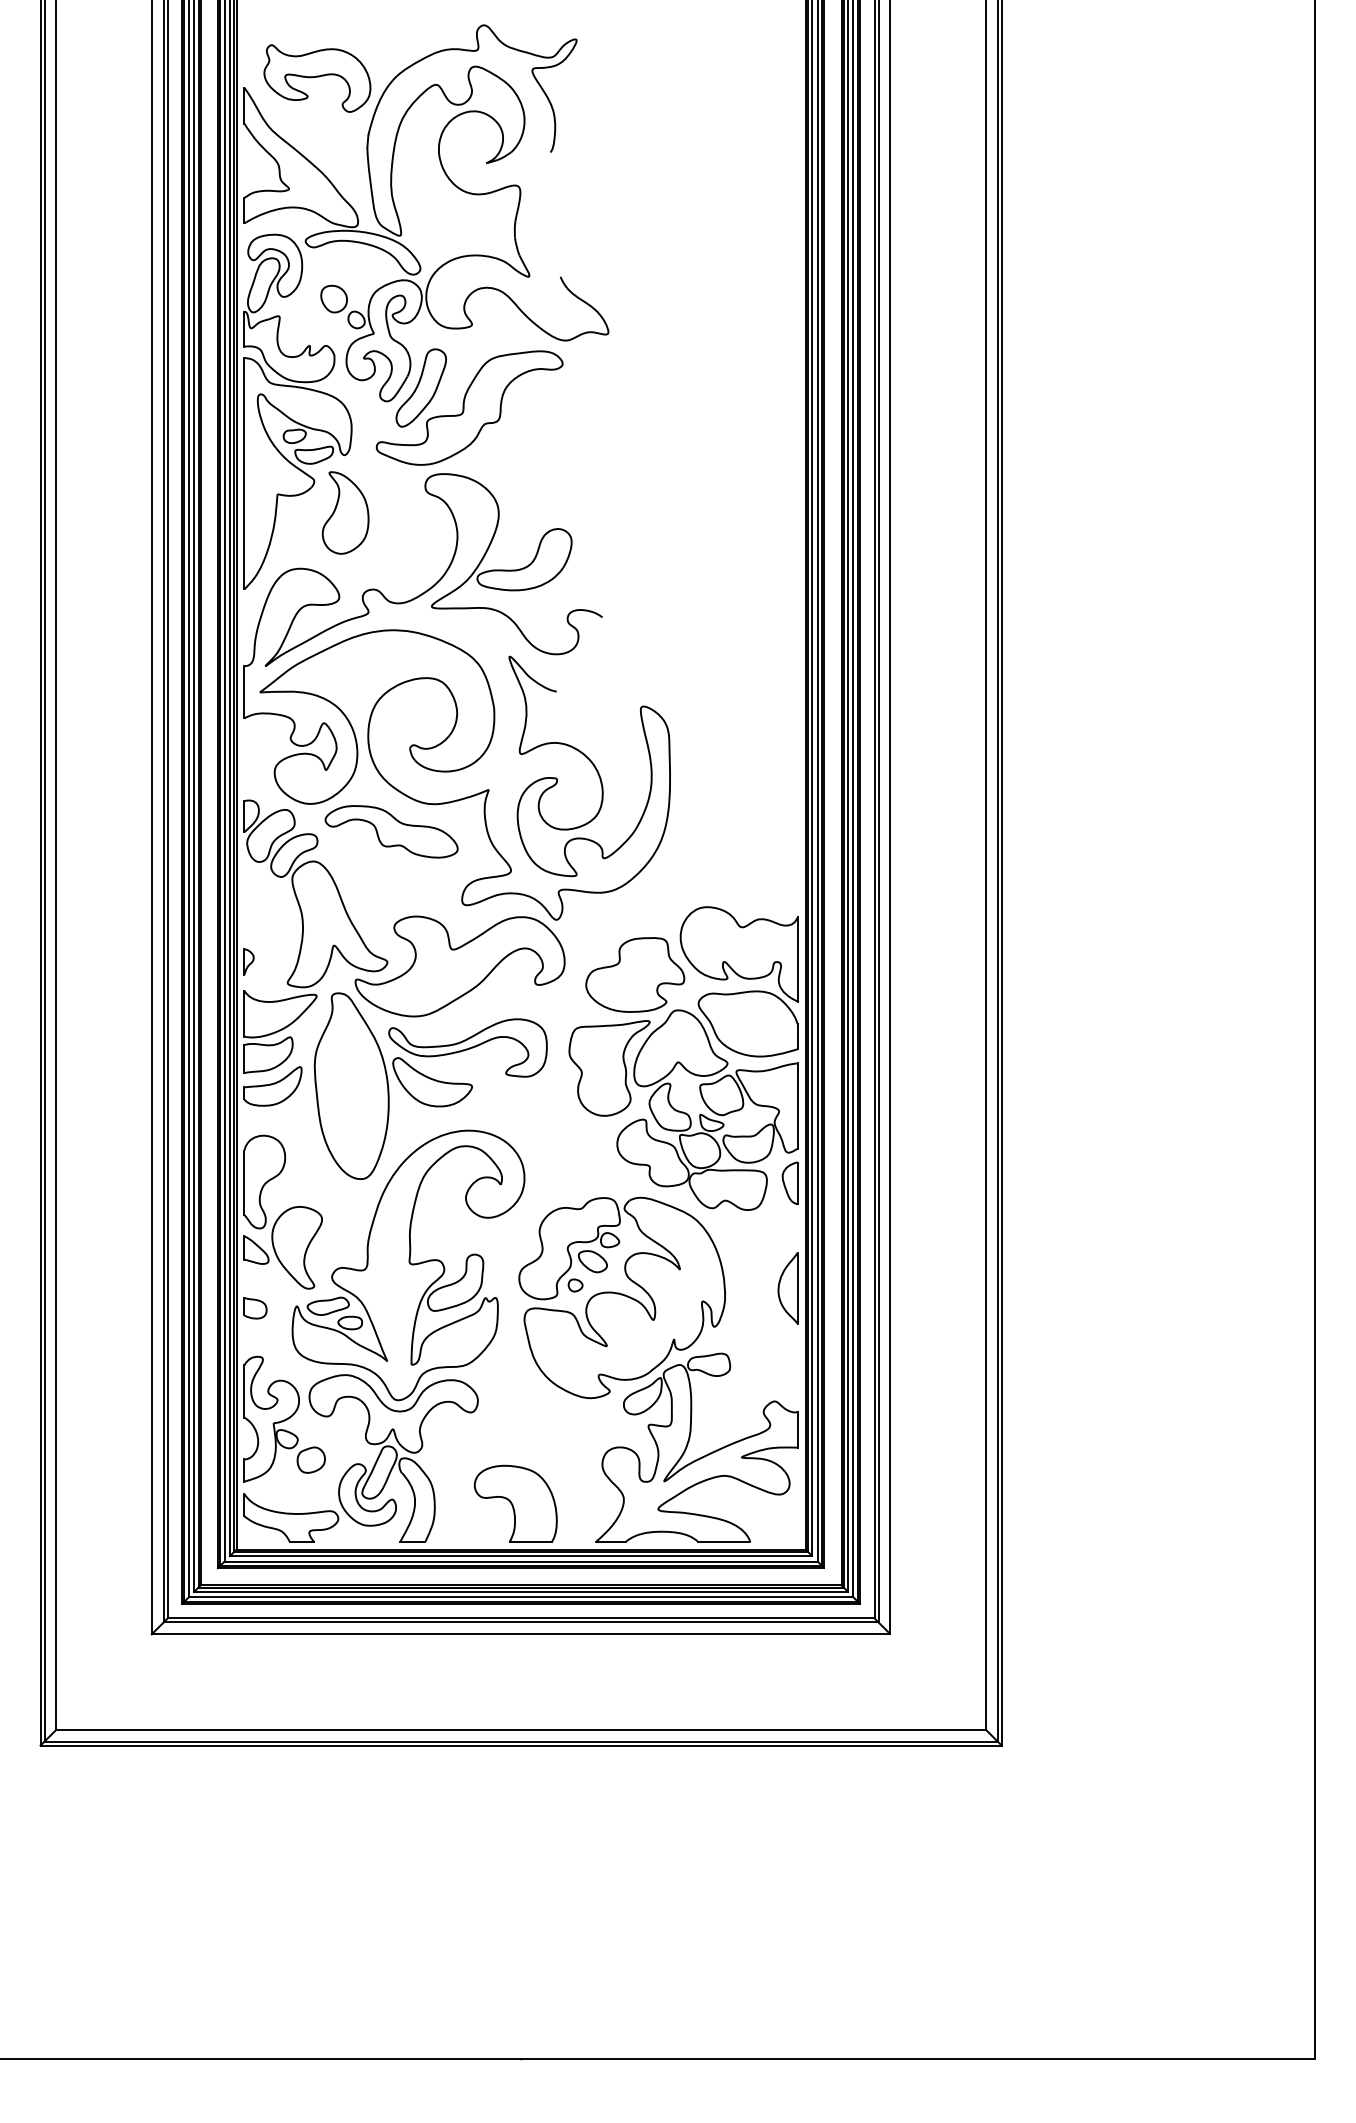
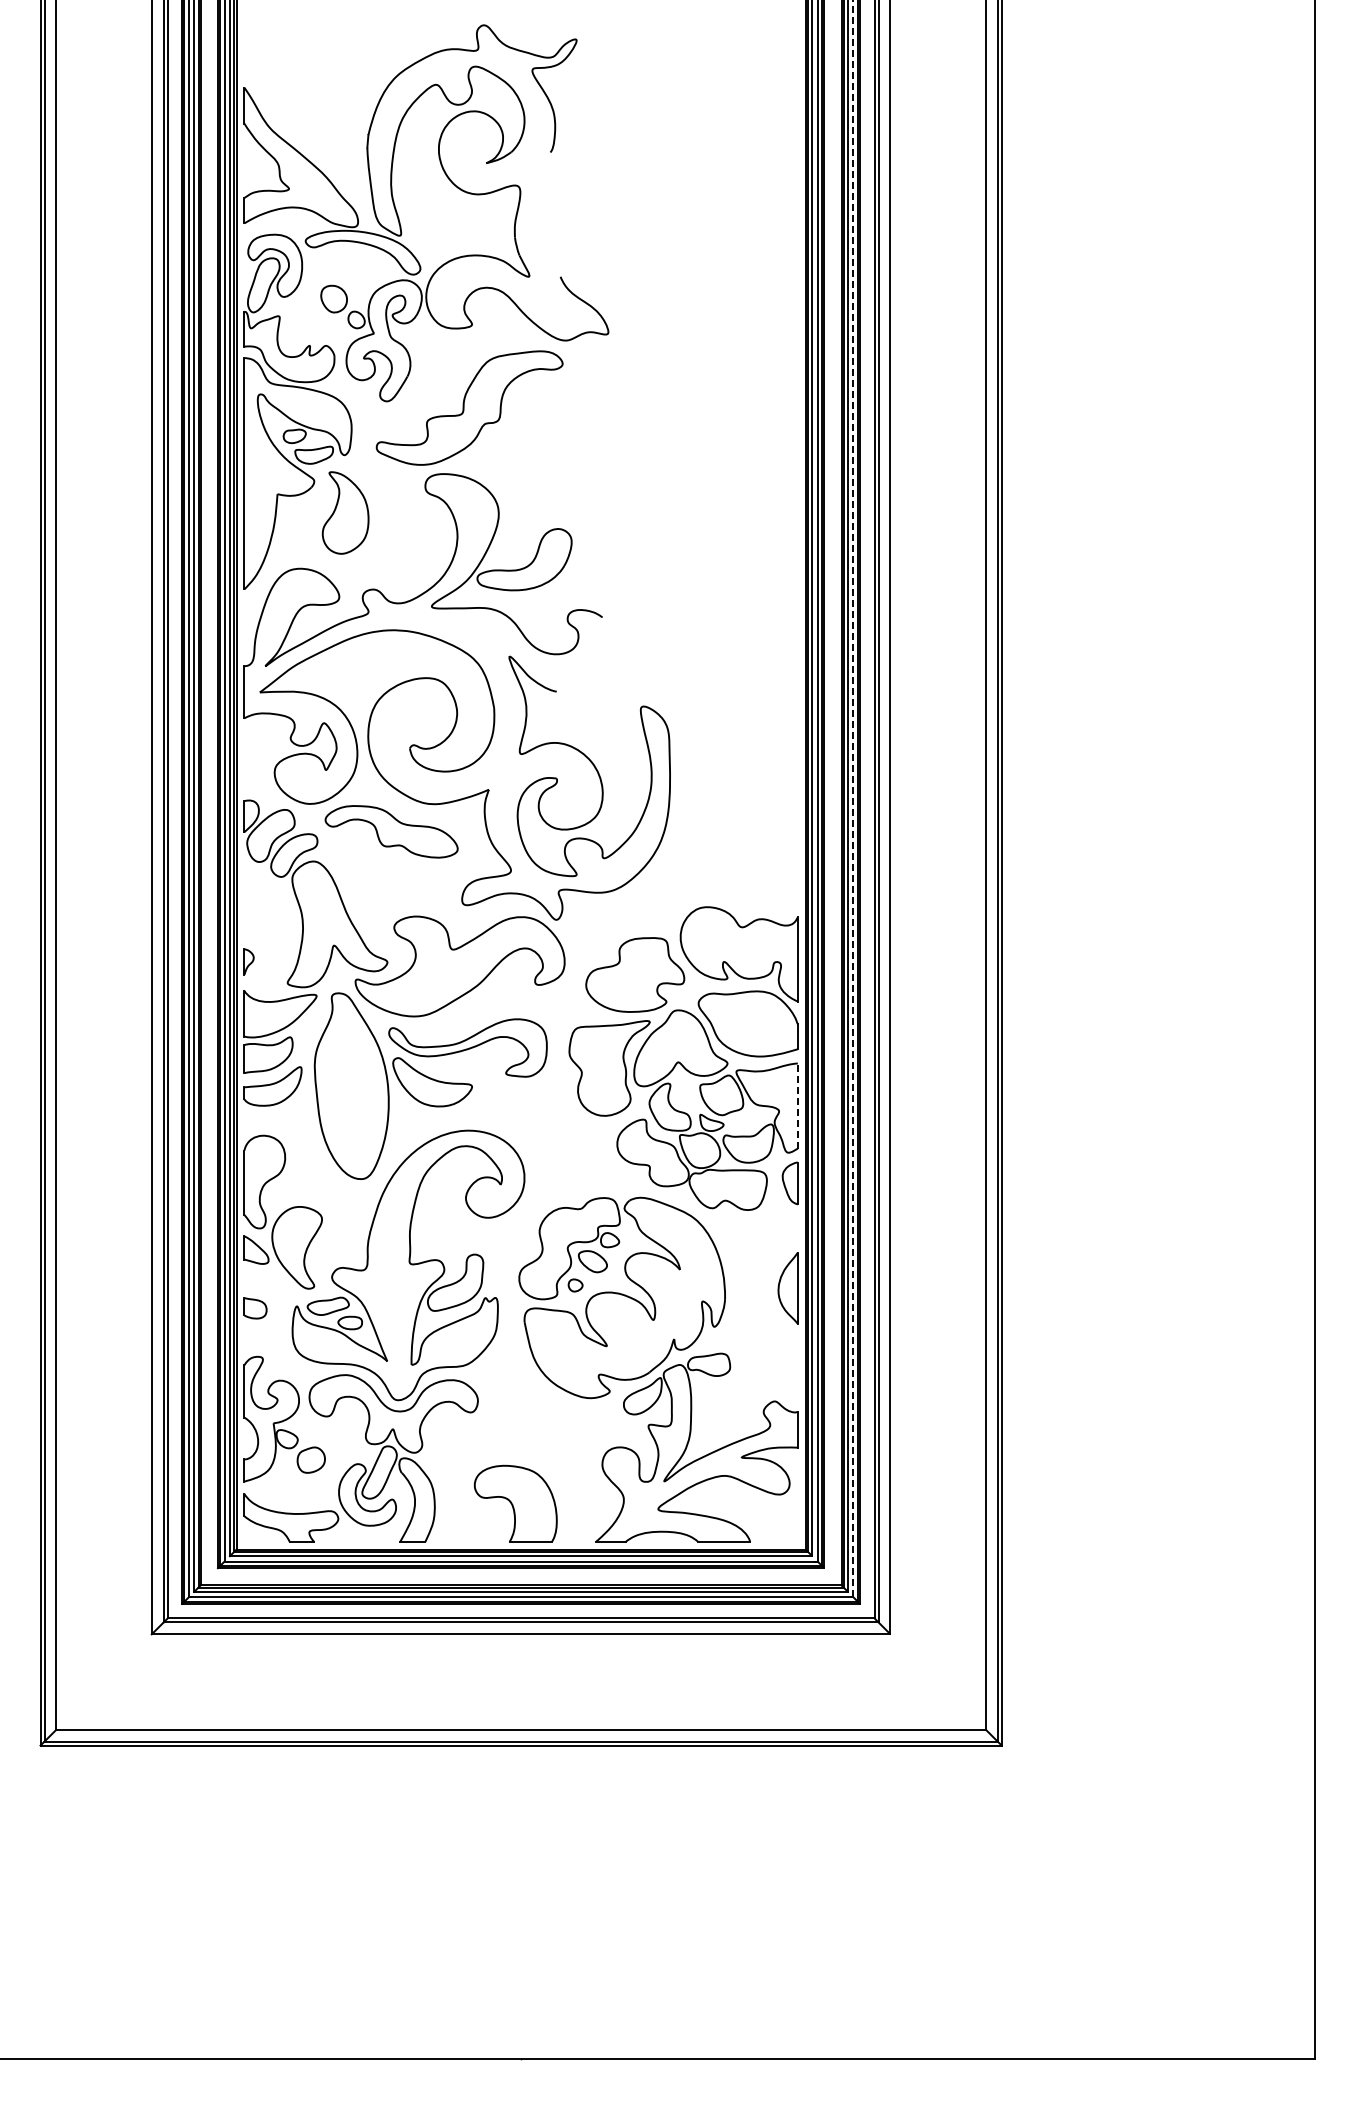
part at (317, 78): present -> none
part at (420, 387): present -> none
line at (853, 798): solid -> dashed
line at (797, 1106): solid -> dashed
